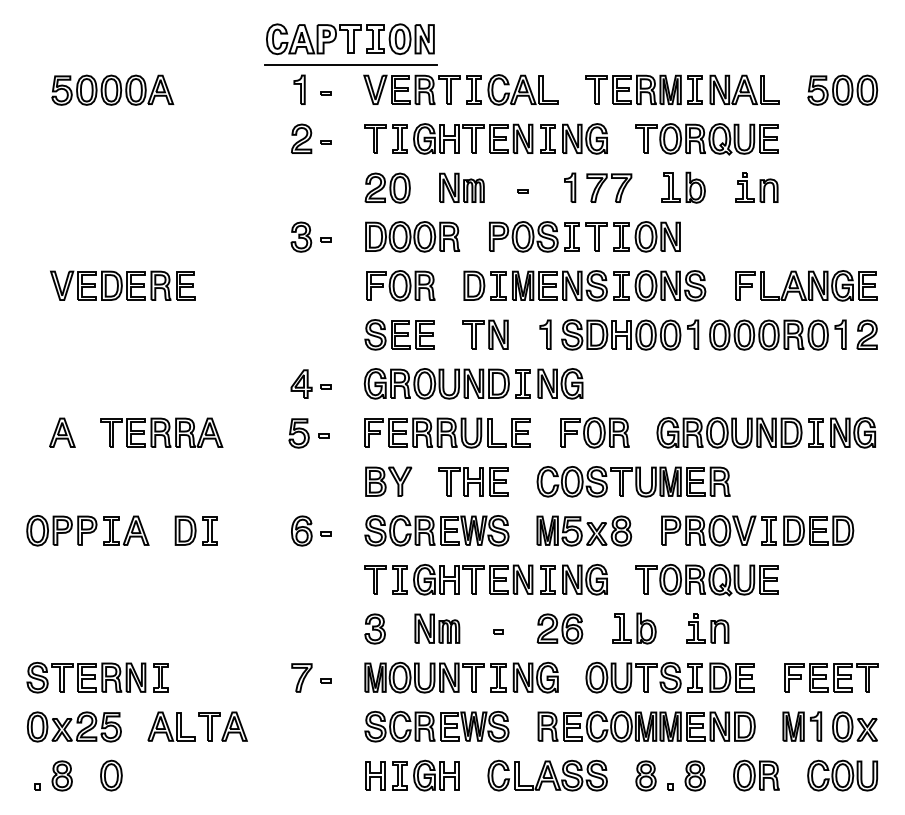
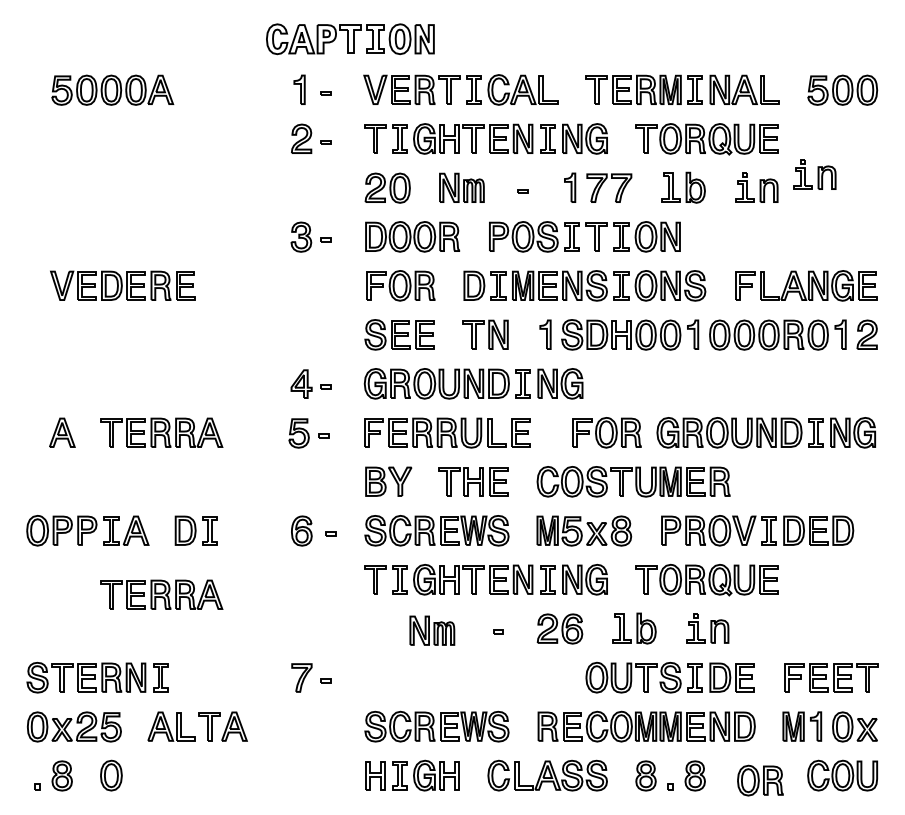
line at (350, 64): present -> none
part at (814, 174): none -> present
part at (594, 432) position: (594, 432) -> (606, 432)
part at (325, 533) position: (325, 533) -> (330, 533)
part at (161, 594): none -> present
part at (374, 628): present -> none
part at (437, 628) position: (437, 628) -> (432, 630)
part at (461, 677): present -> none
part at (756, 775) position: (756, 775) -> (760, 780)
